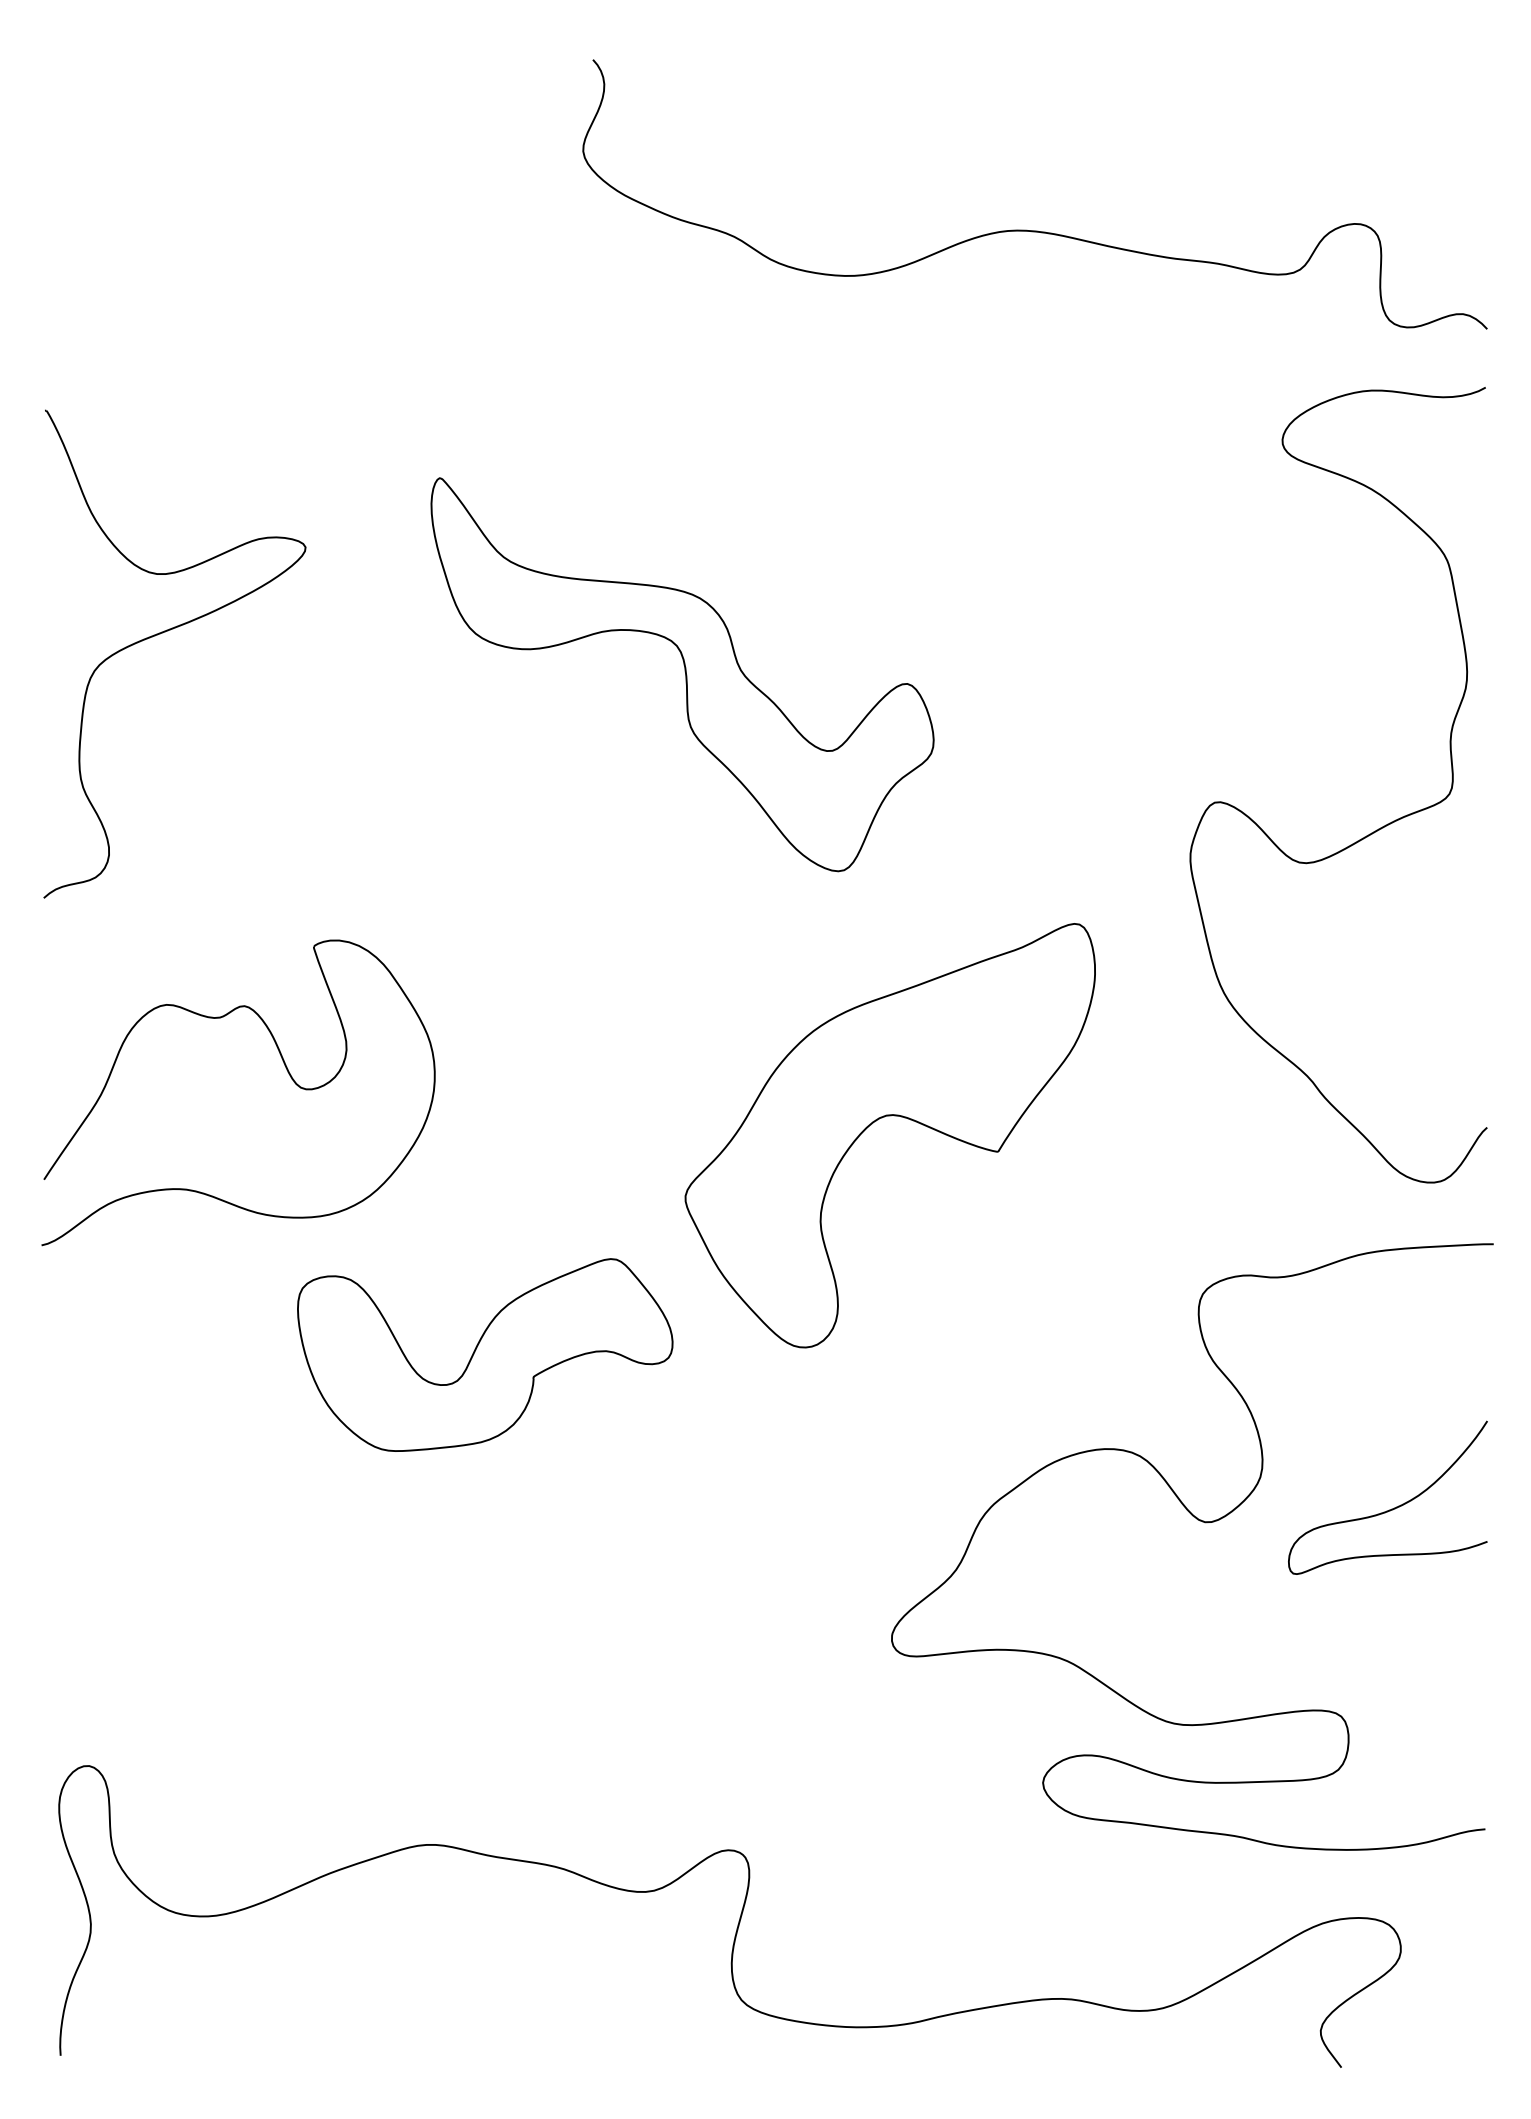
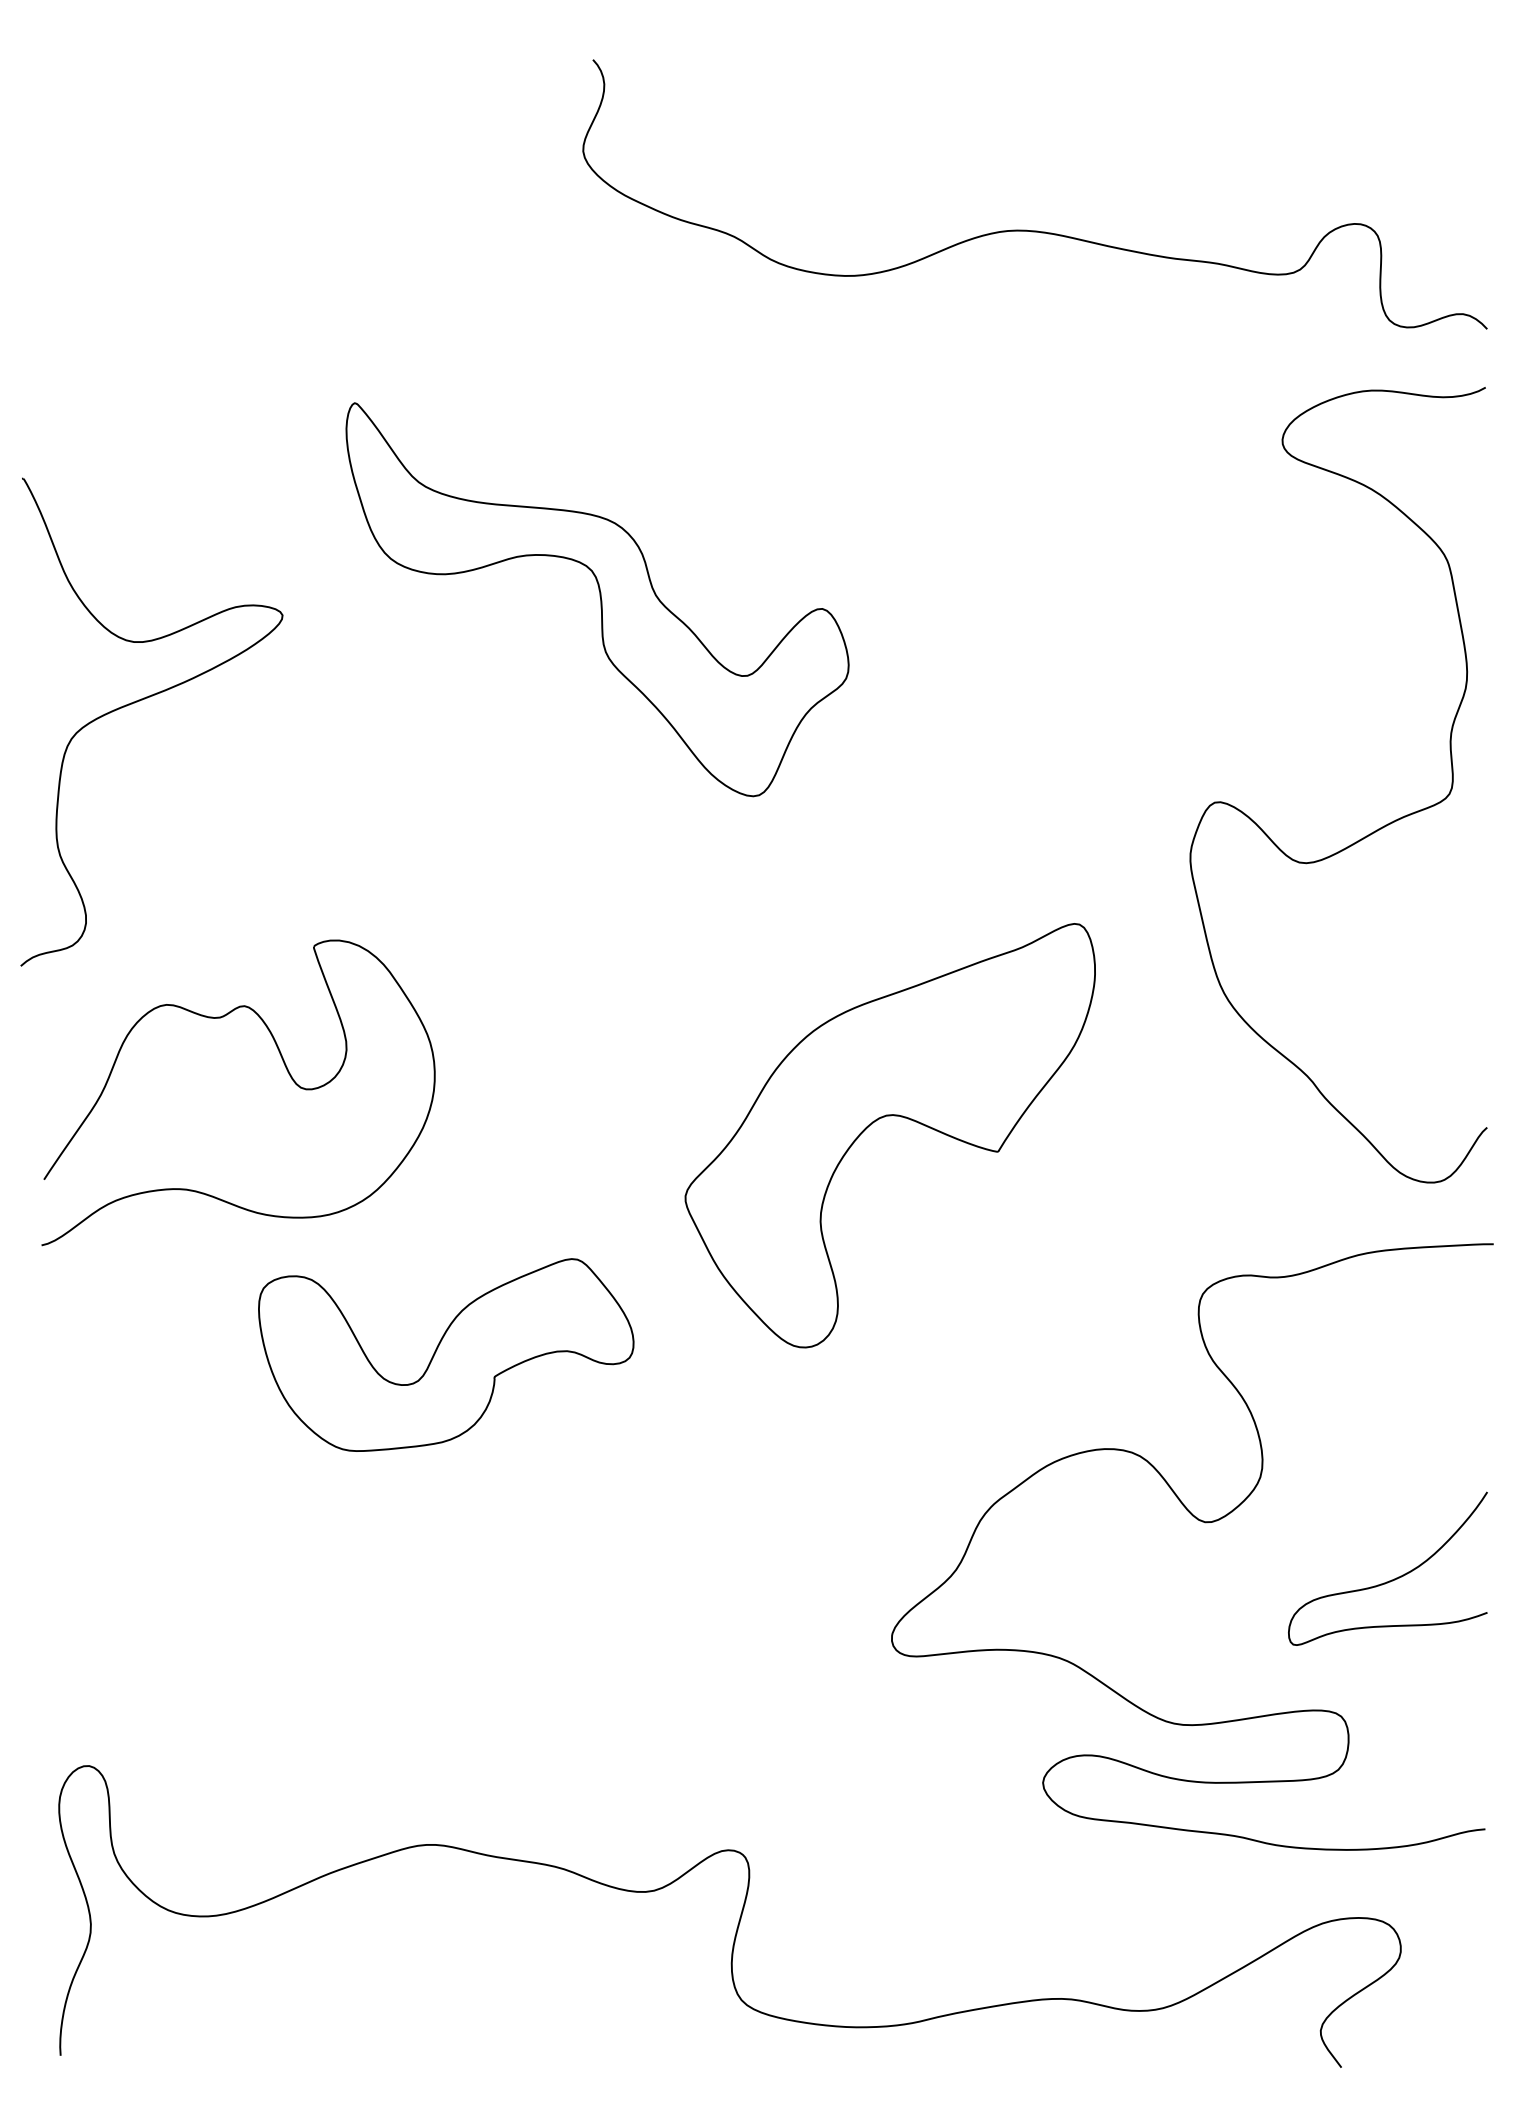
part at (168, 631) position: (168, 631) -> (145, 699)
part at (682, 674) position: (682, 674) -> (597, 599)
part at (485, 1354) position: (485, 1354) -> (446, 1354)
curve at (1391, 1508) position: (1391, 1508) -> (1391, 1579)
